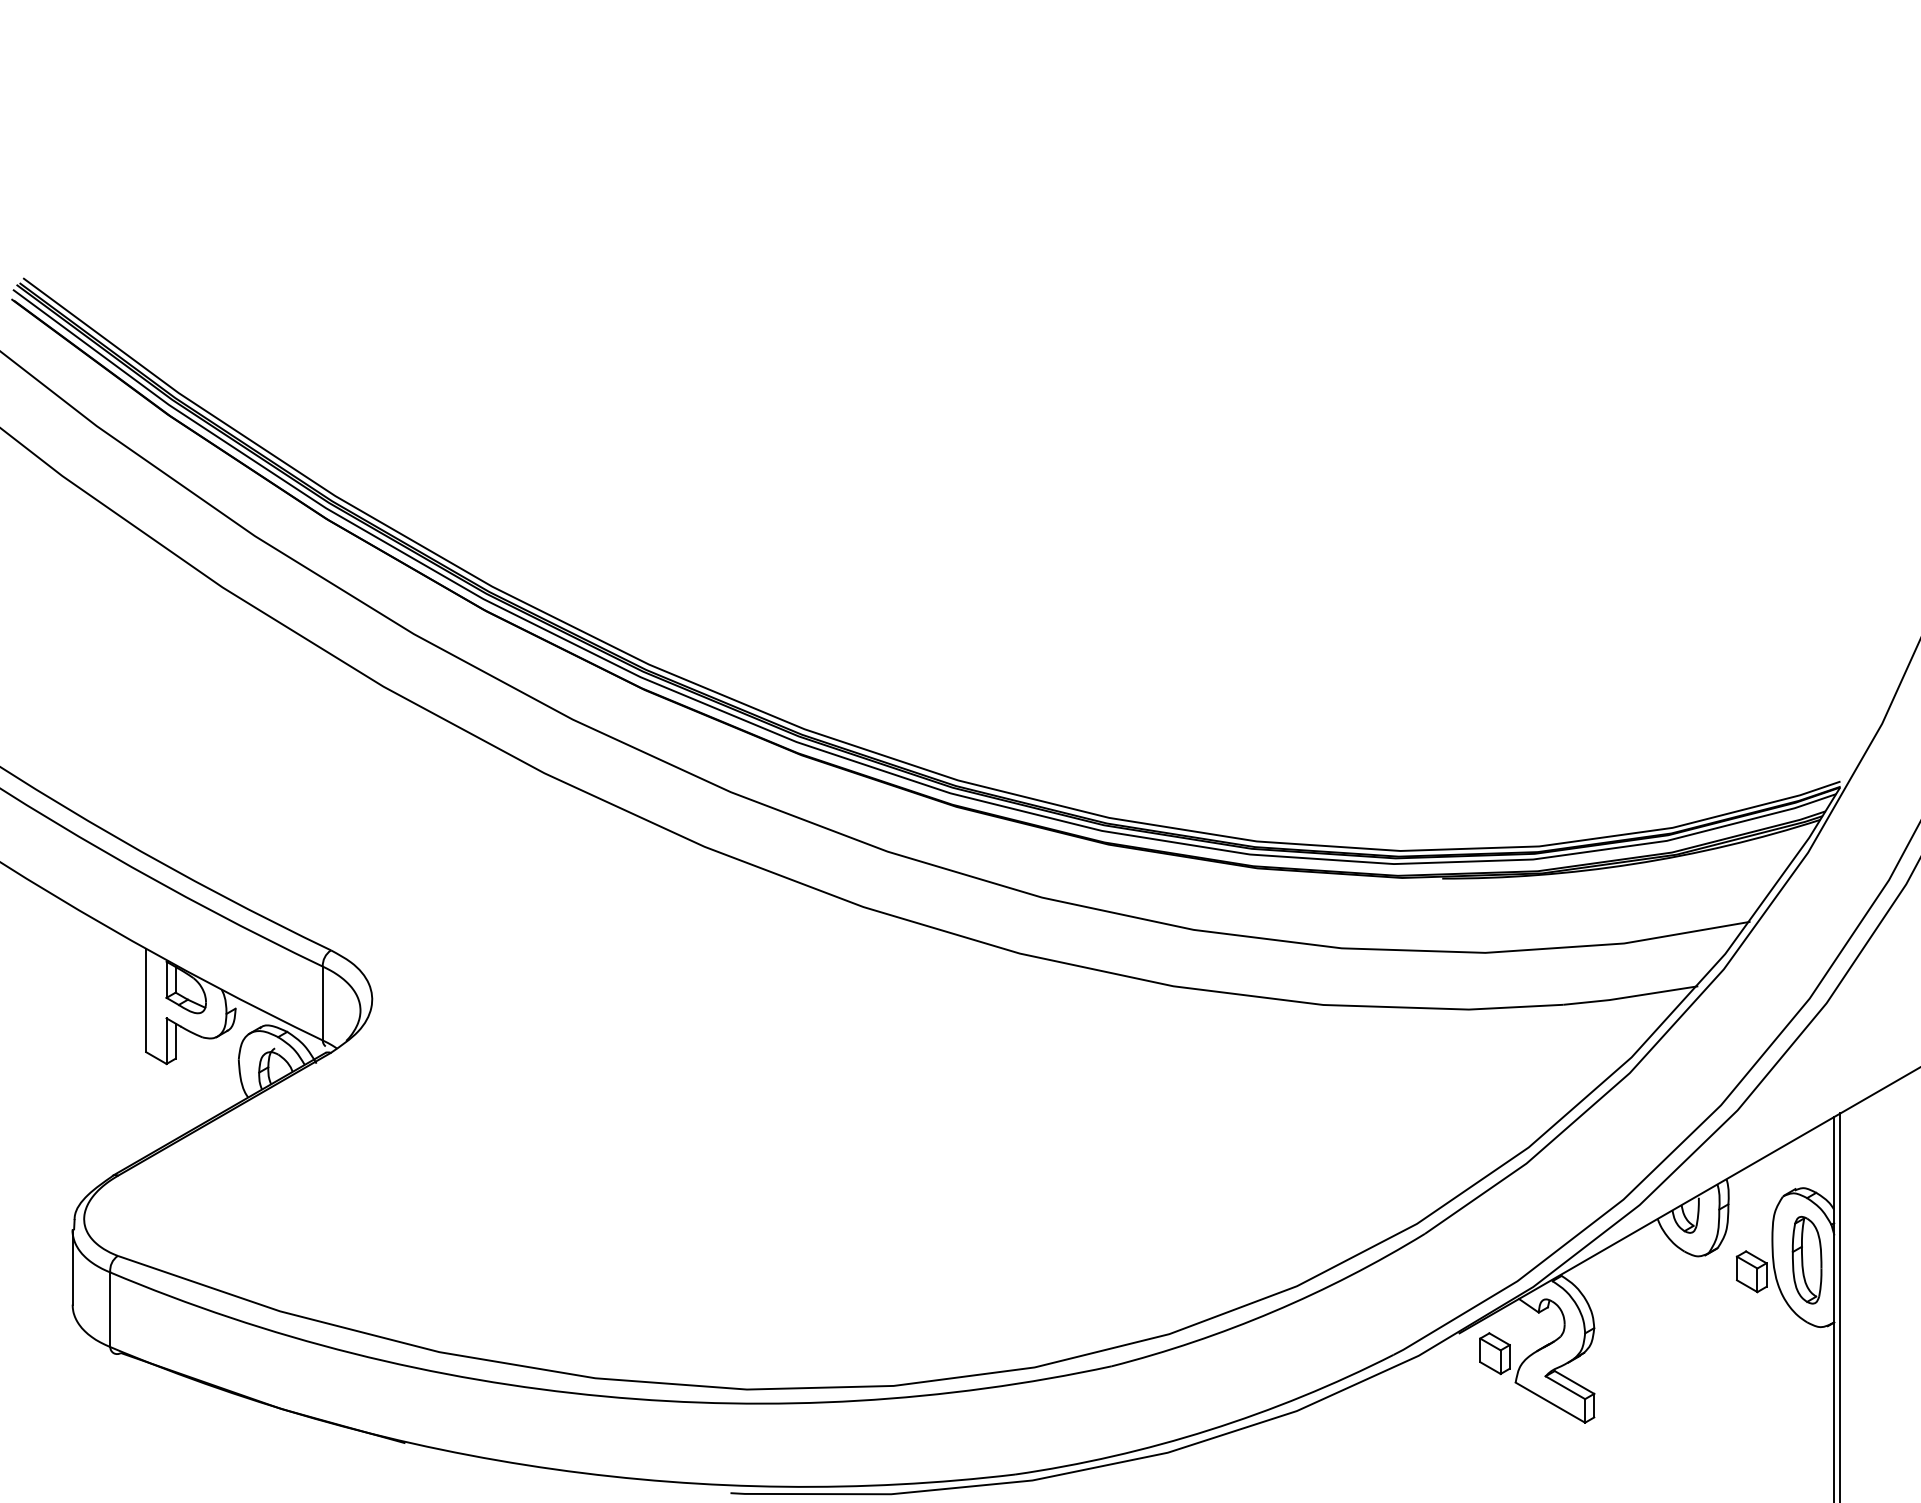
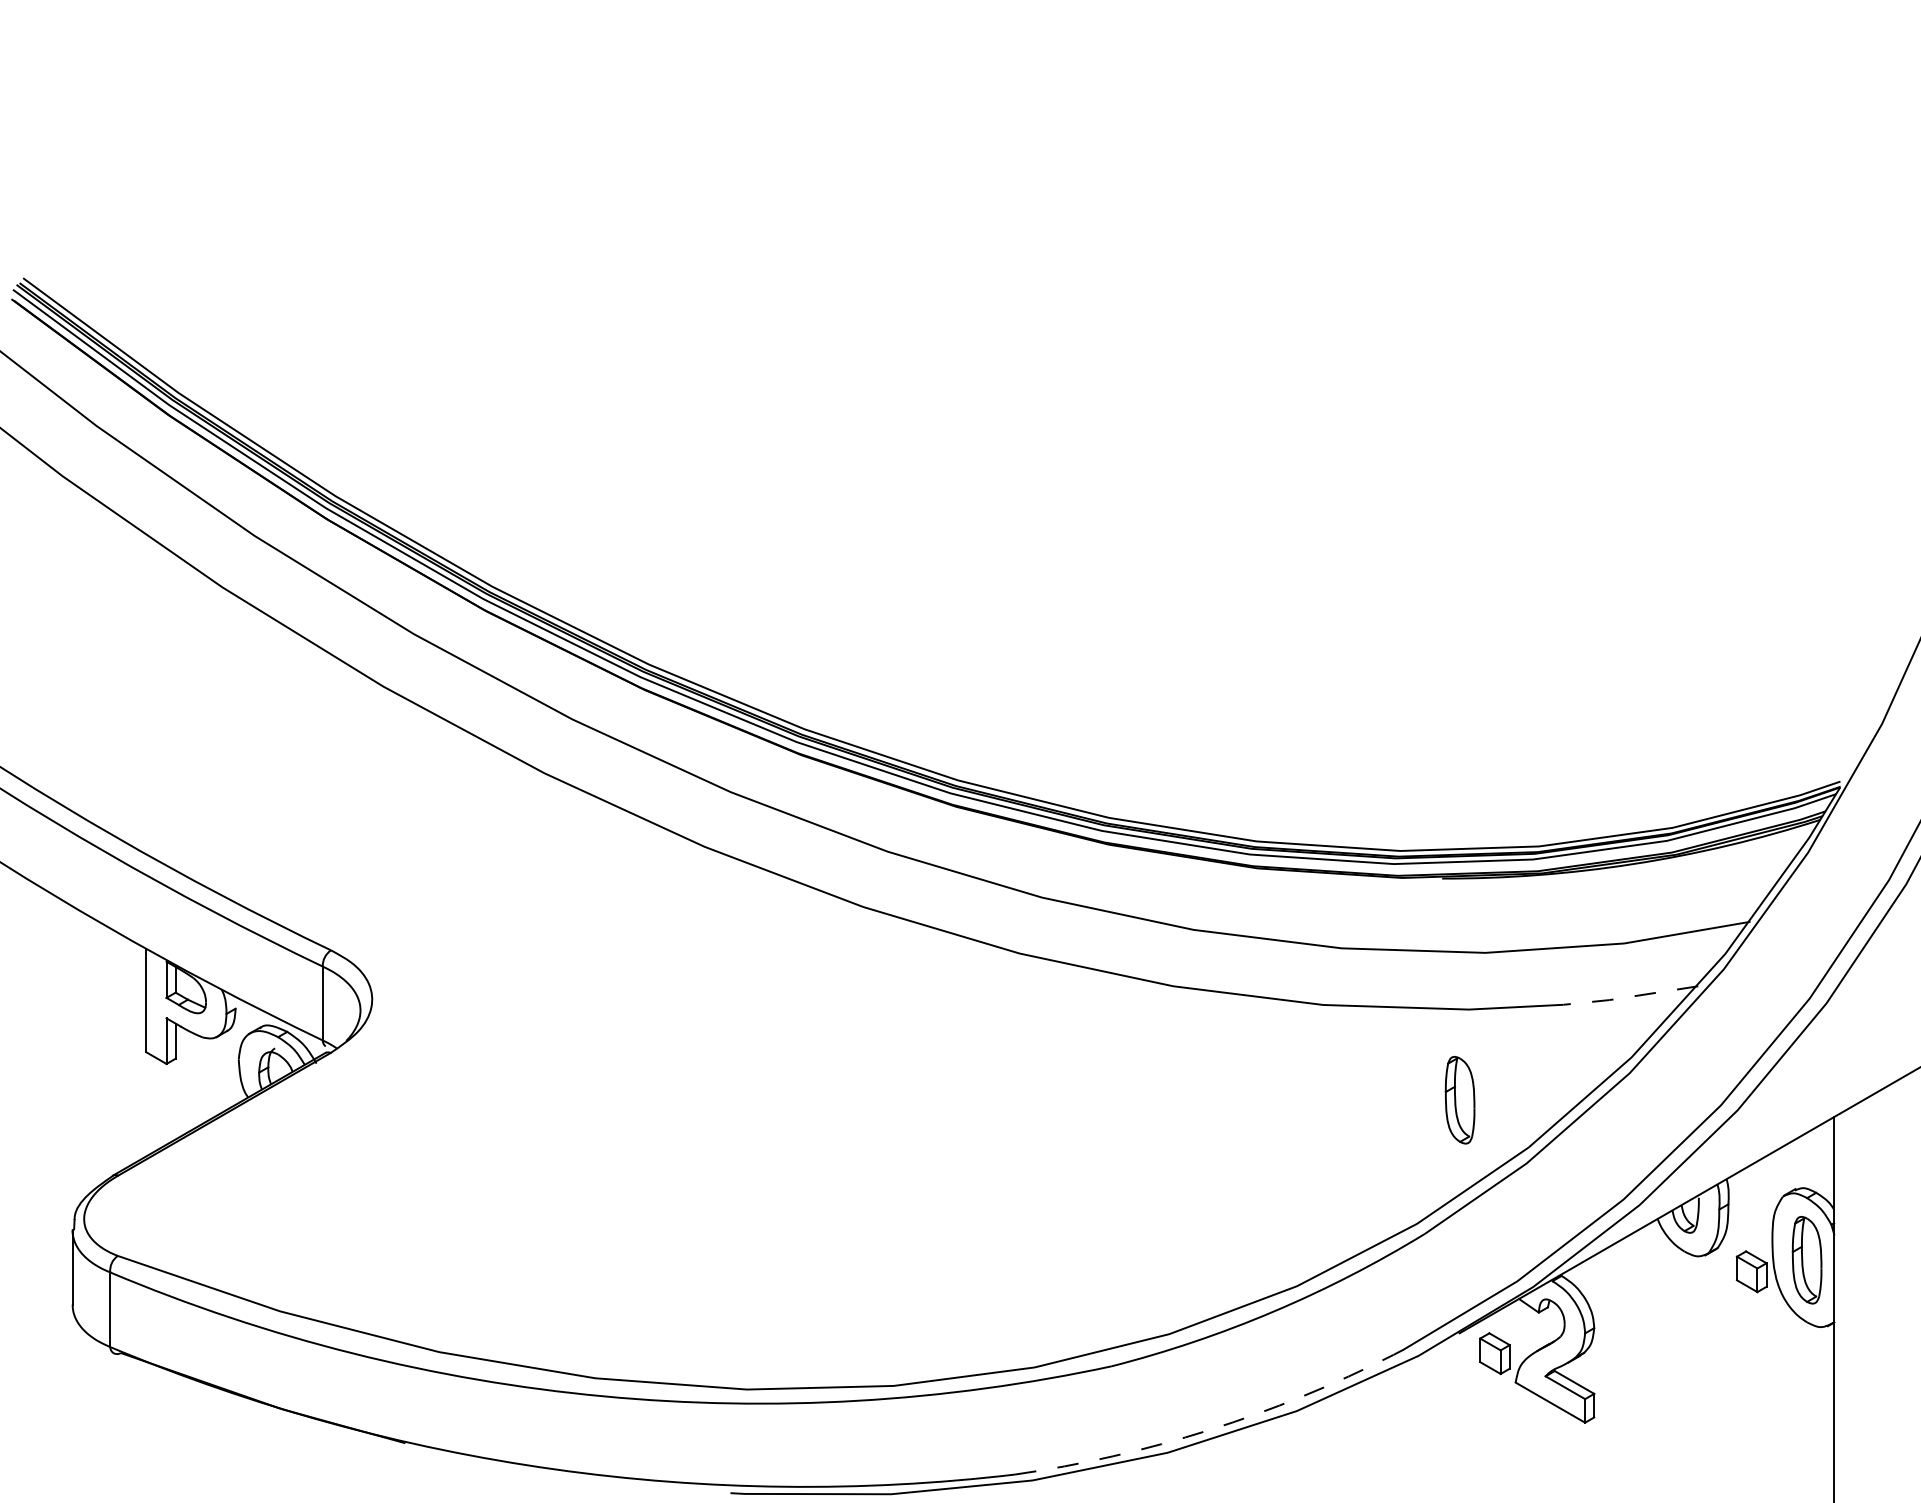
line at (1630, 996): solid -> dashed
part at (1459, 1099): none -> present
line at (1840, 1306): present -> none
arc at (1209, 1430): solid -> dashed
